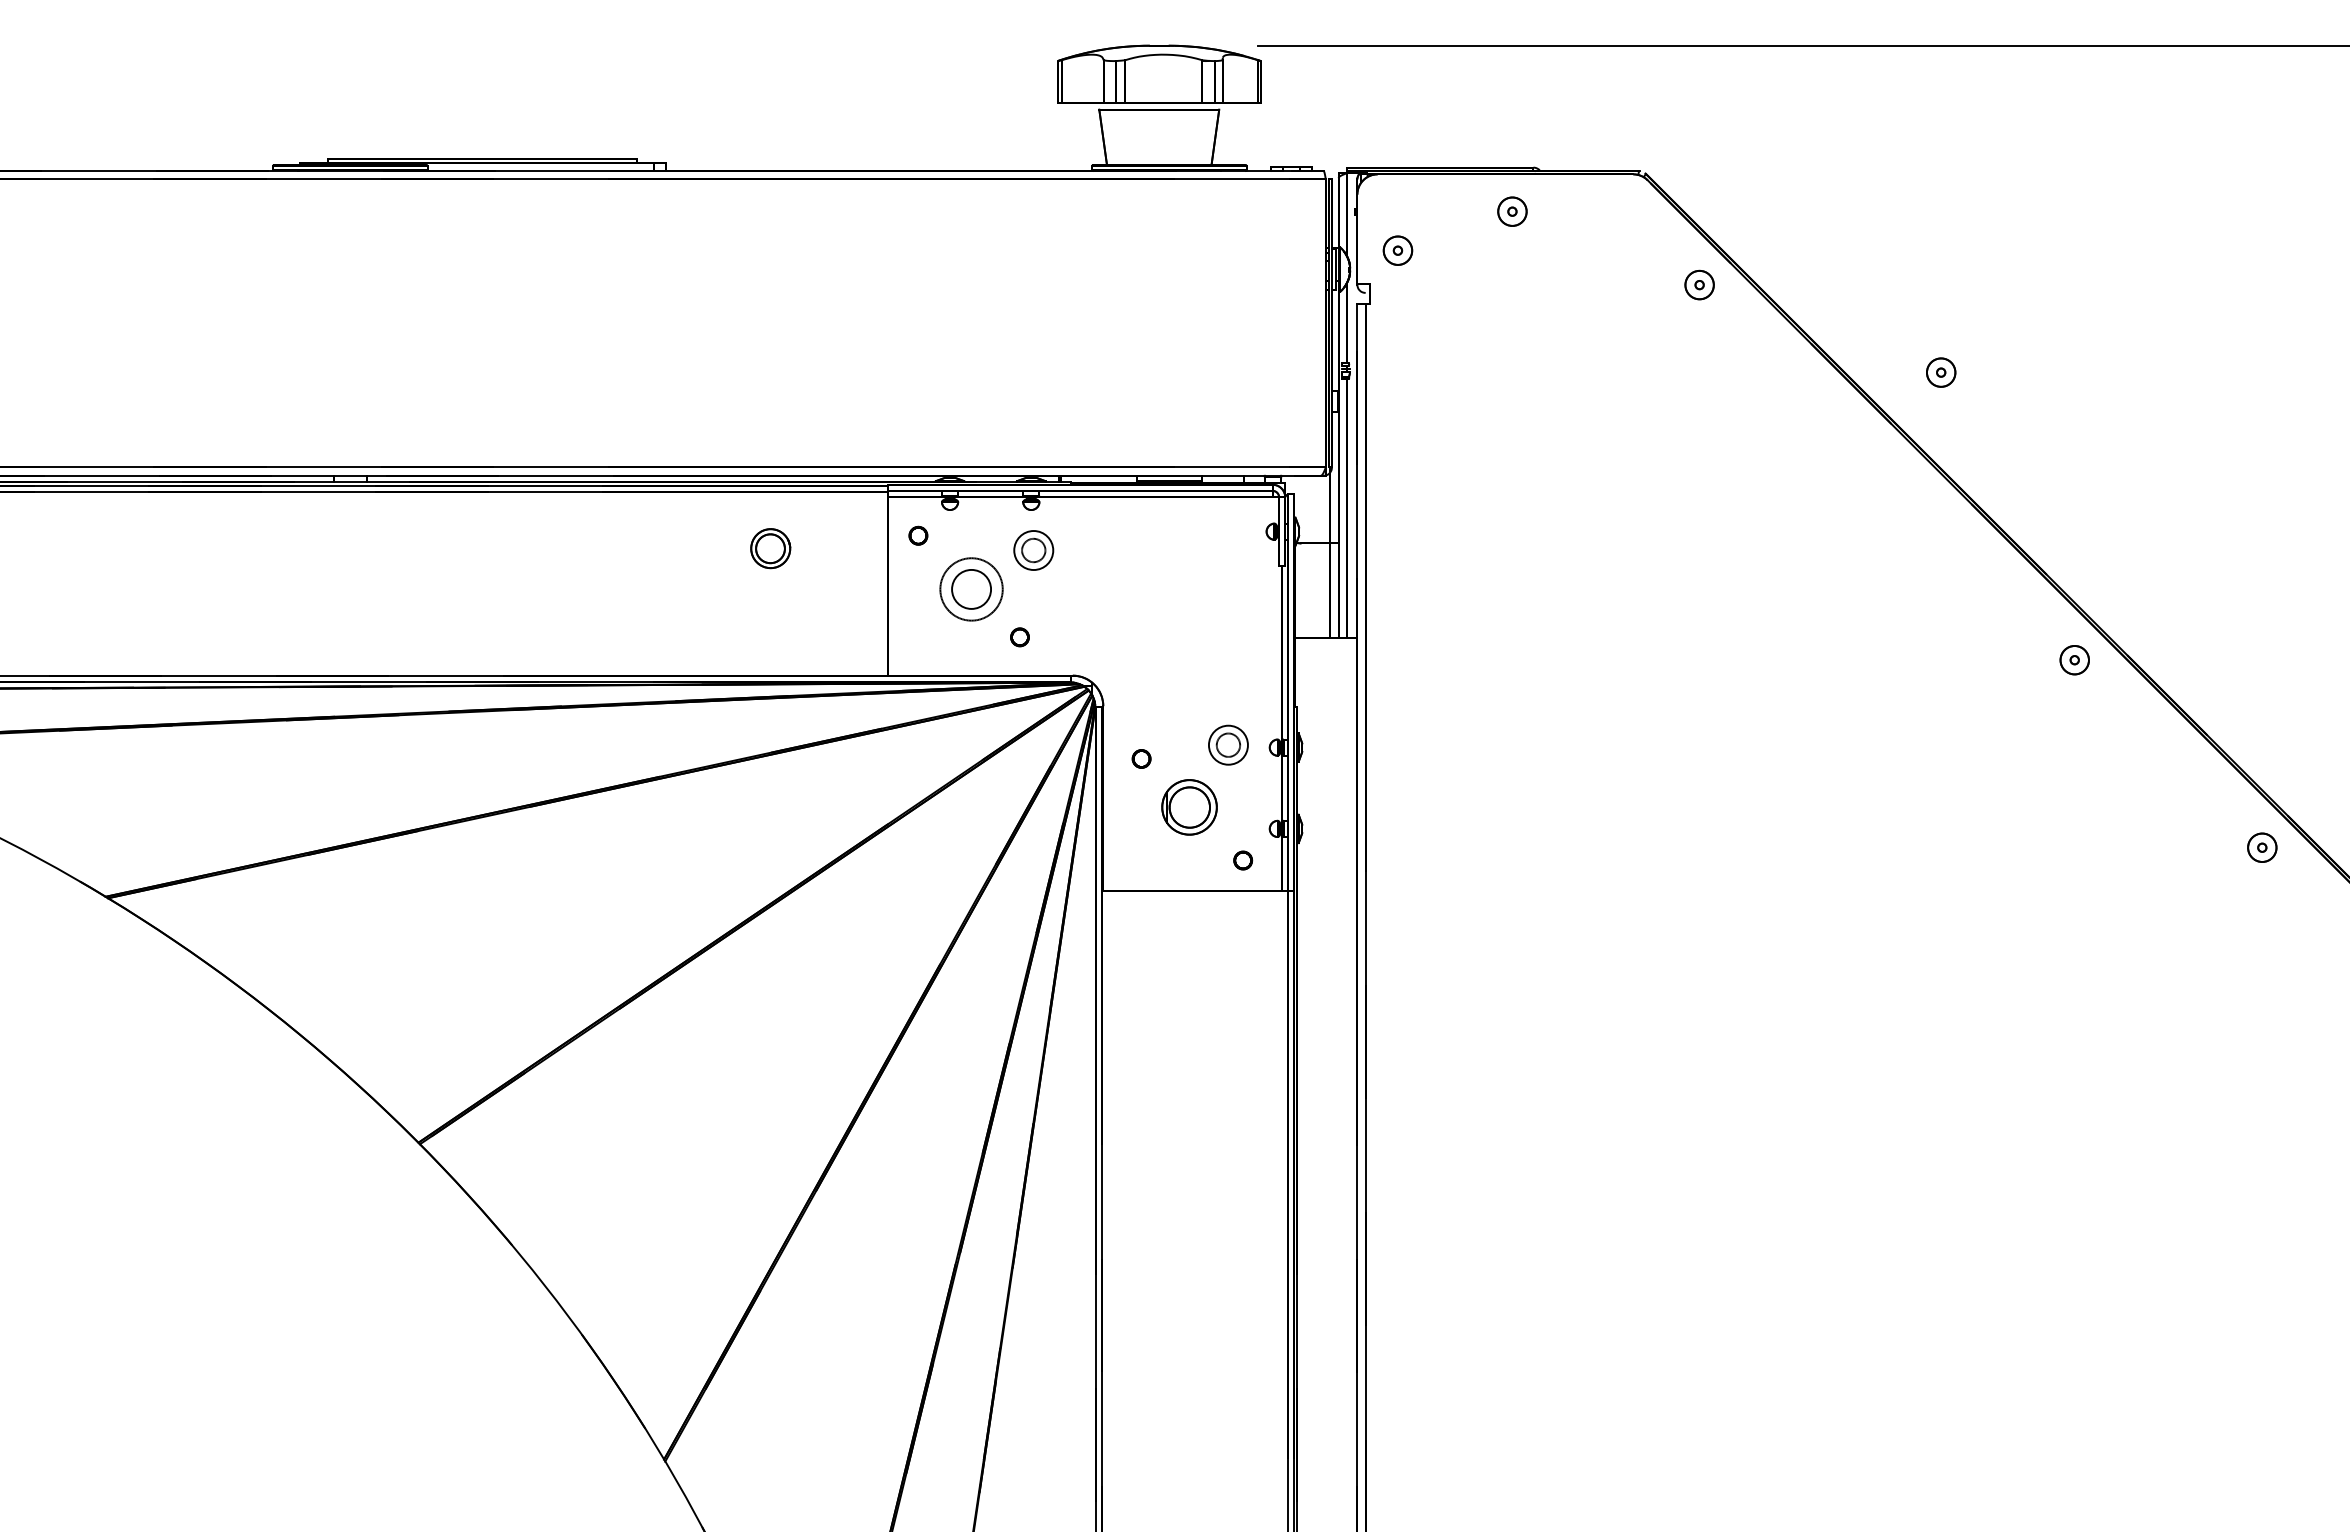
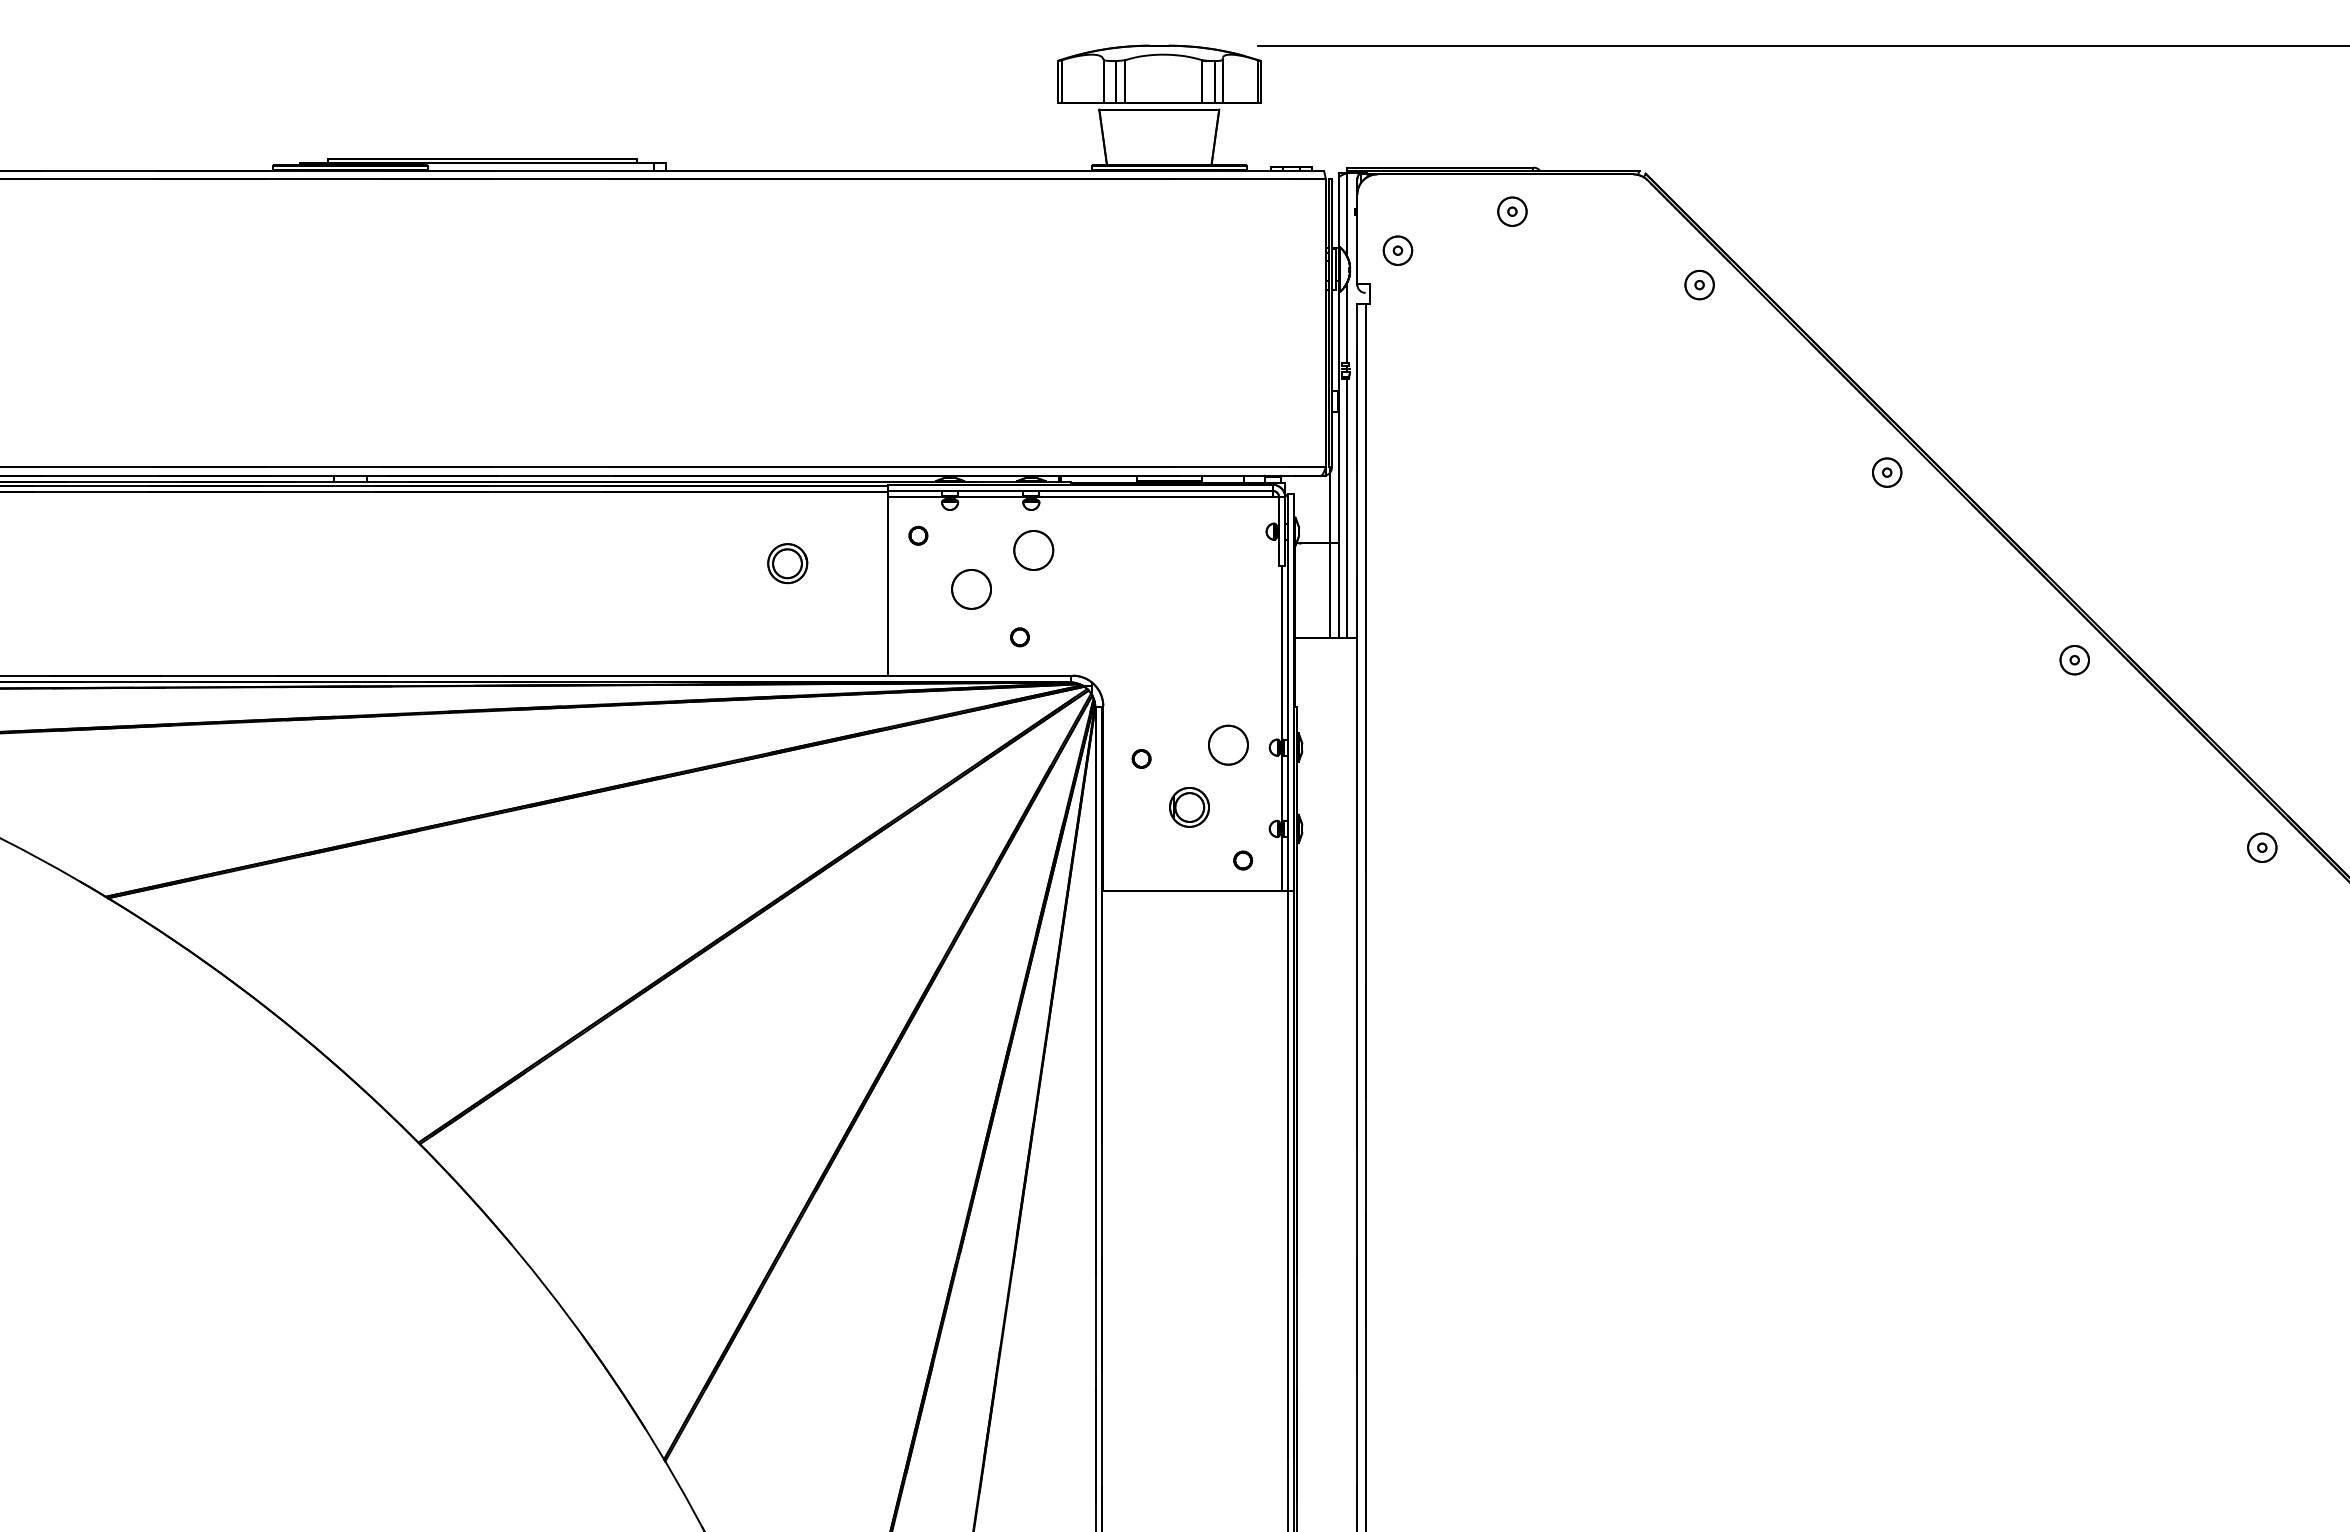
part at (1941, 372) position: (1941, 372) -> (1887, 472)
part at (770, 548) position: (770, 548) -> (787, 563)
circle at (1033, 550) diameter: 23 px -> 39 px
circle at (971, 589) diameter: 62 px -> 39 px
circle at (1228, 744) diameter: 23 px -> 39 px
part at (1189, 807) size: 57x57 px -> 41x41 px
